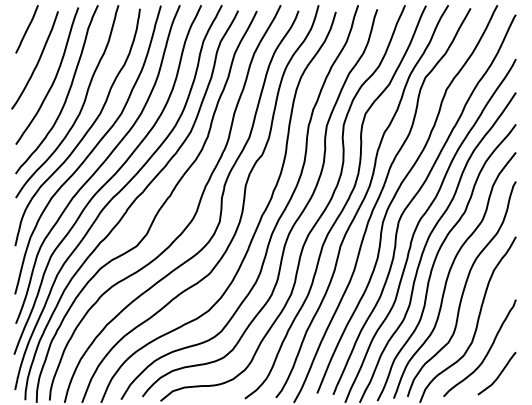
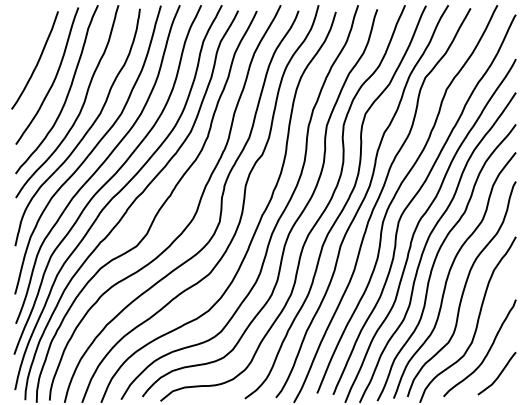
line at (26, 29): present -> none
